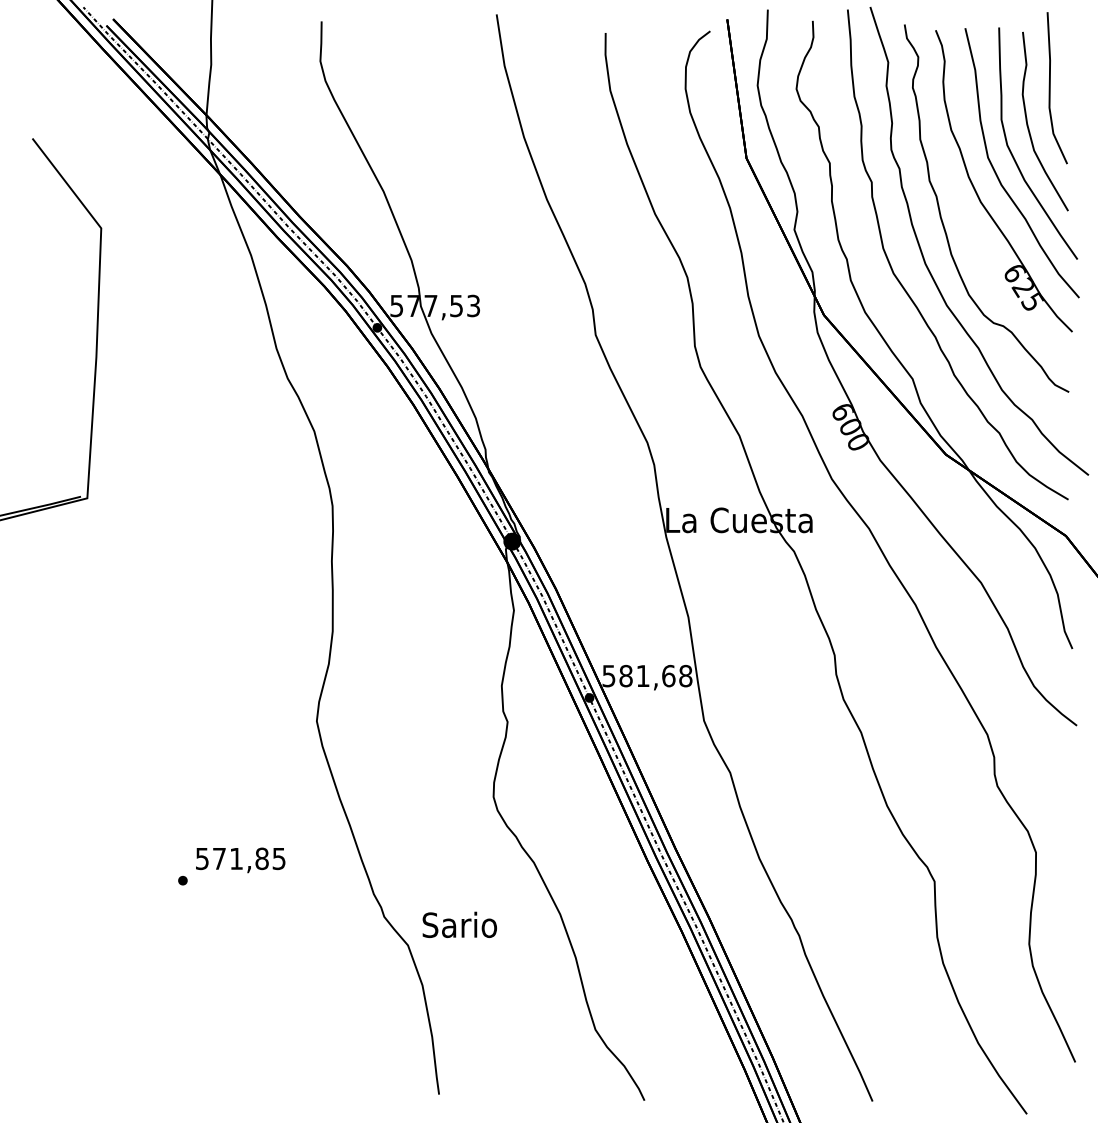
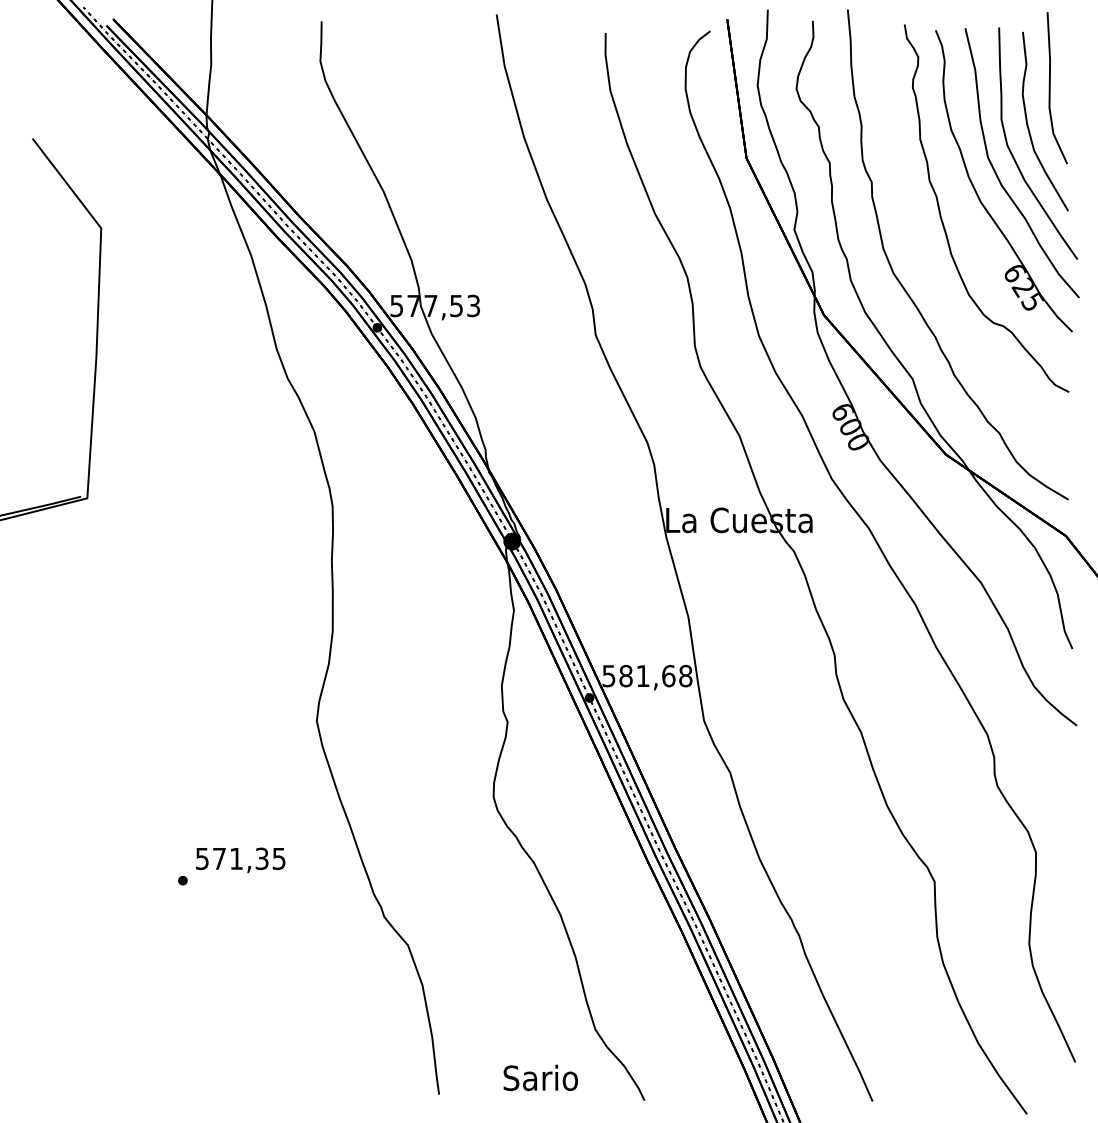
curve at (925, 260): present -> none
text at (261, 858): 571,85 -> 571,35
text at (459, 924) position: (459, 924) -> (540, 1077)
